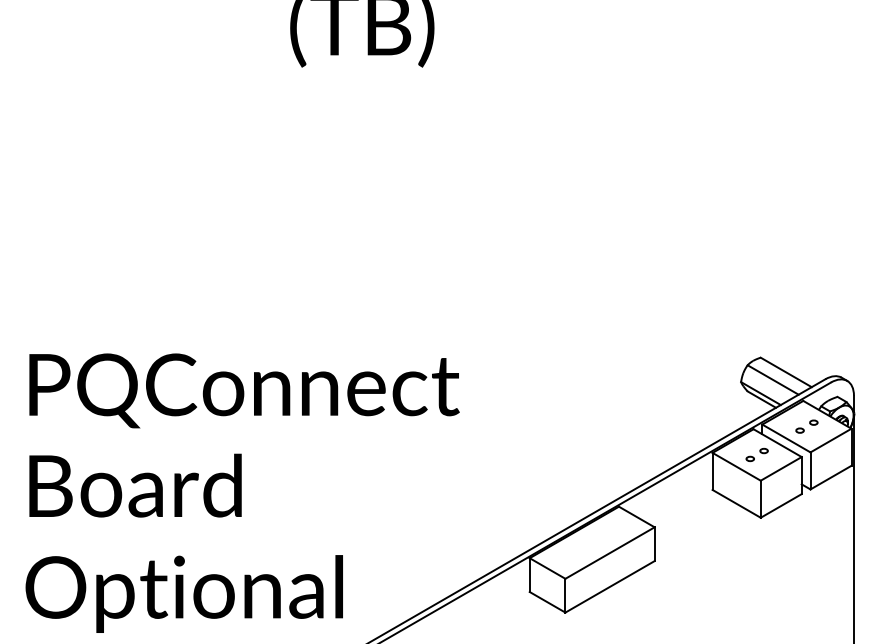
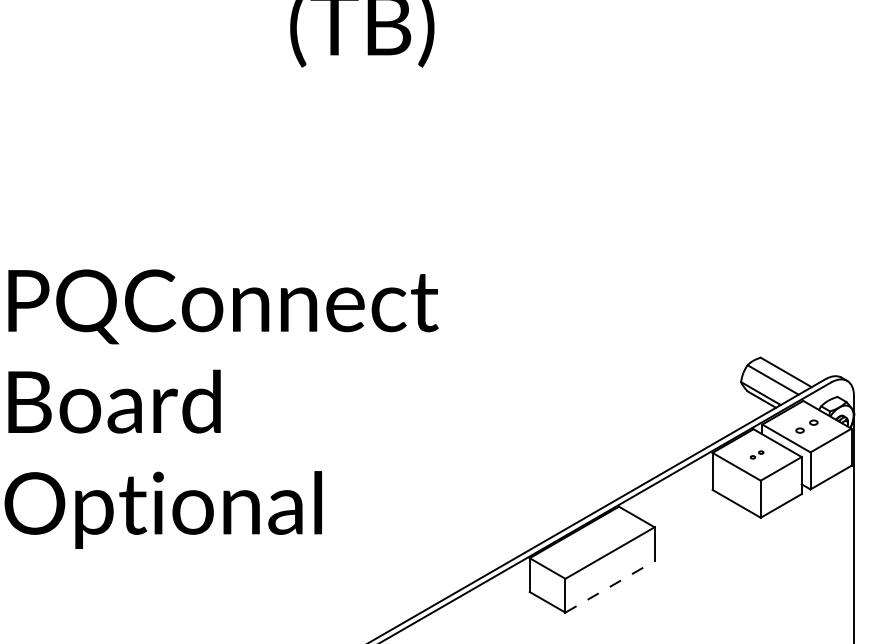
part at (756, 454) size: 24x16 px -> 16x10 px
text at (242, 492) position: (242, 492) -> (221, 408)
line at (610, 586): solid -> dashed
